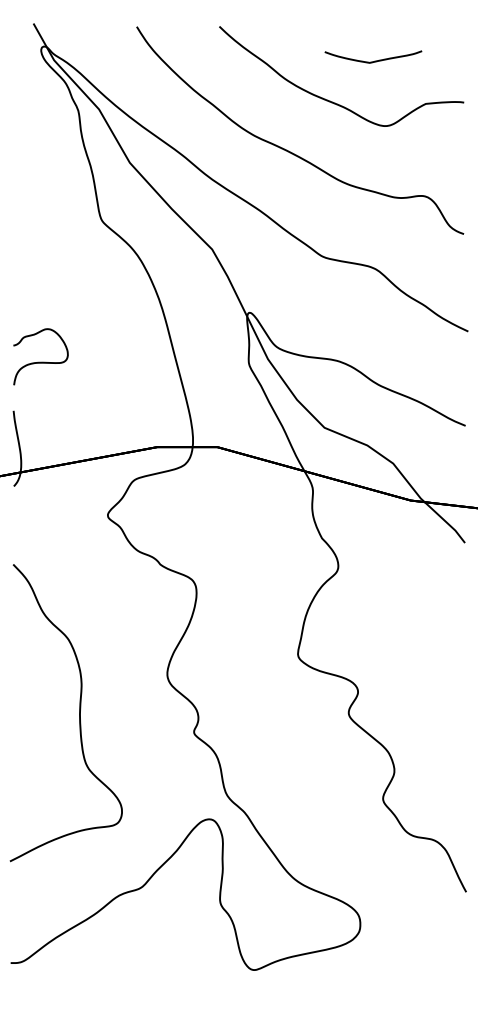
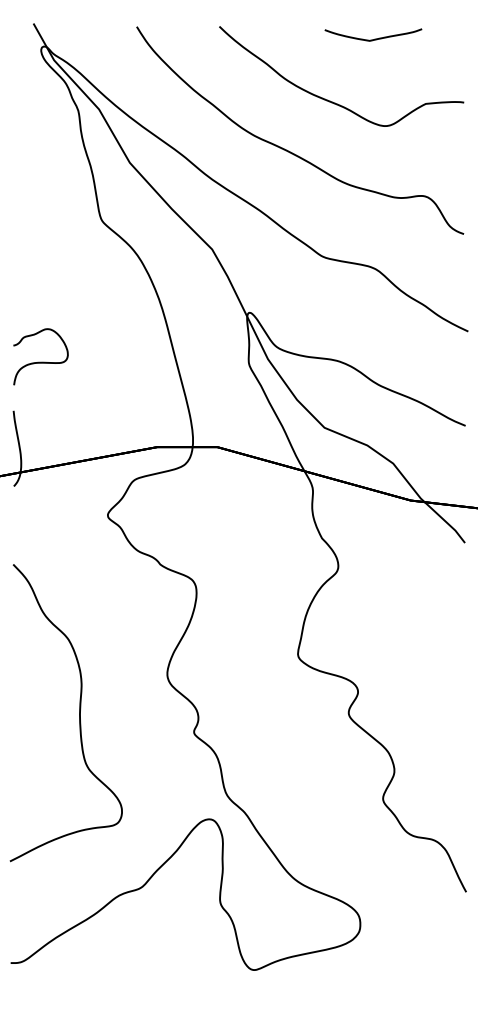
curve at (374, 60) position: (374, 60) -> (374, 38)
